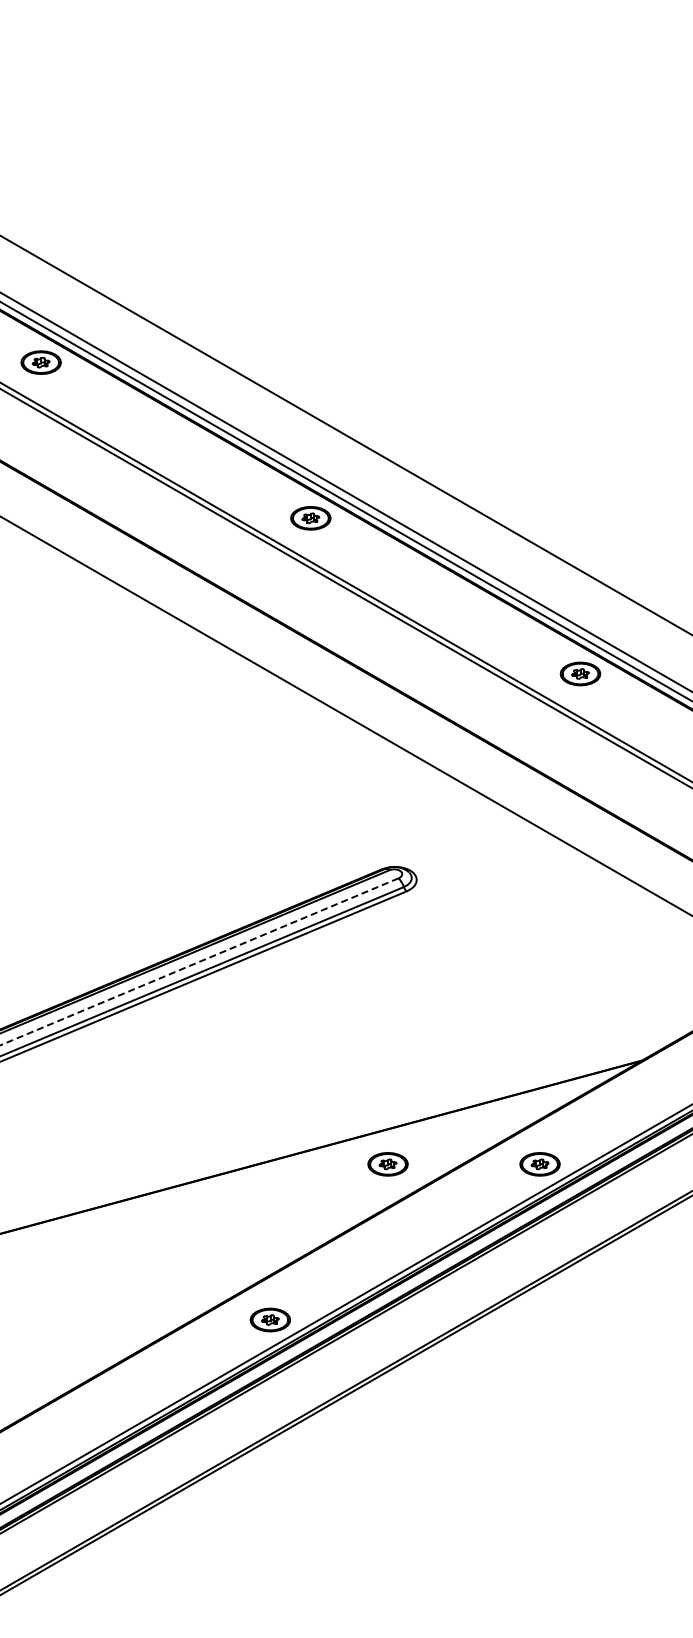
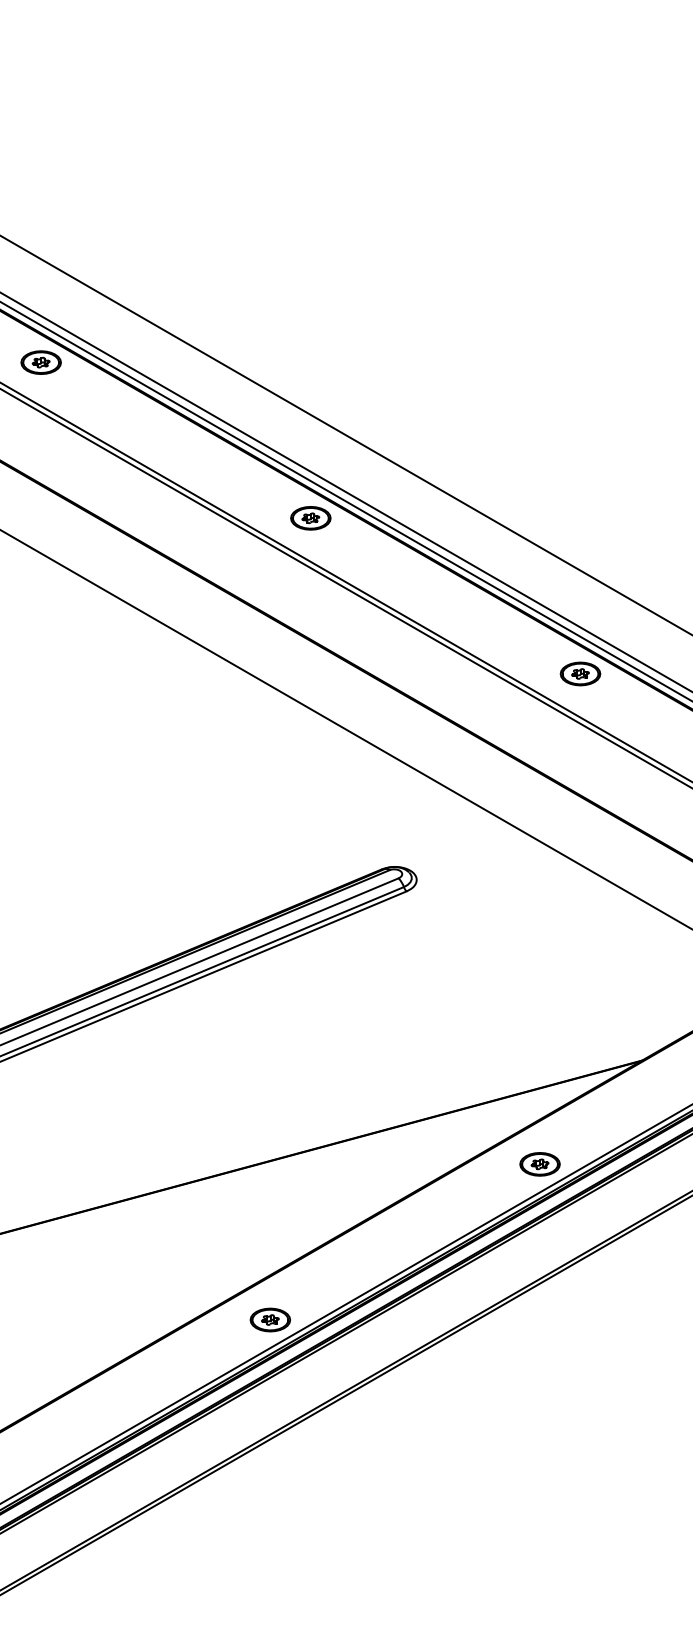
line at (345, 715) position: (345, 715) -> (345, 729)
line at (199, 961): dashed -> solid
part at (387, 1164): present -> none
